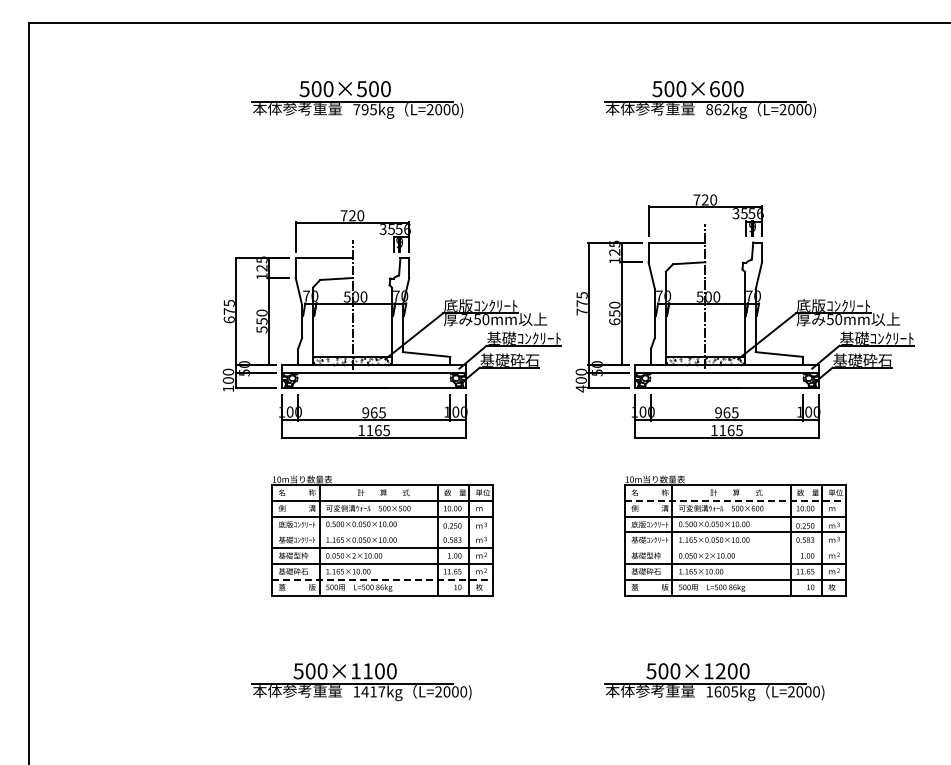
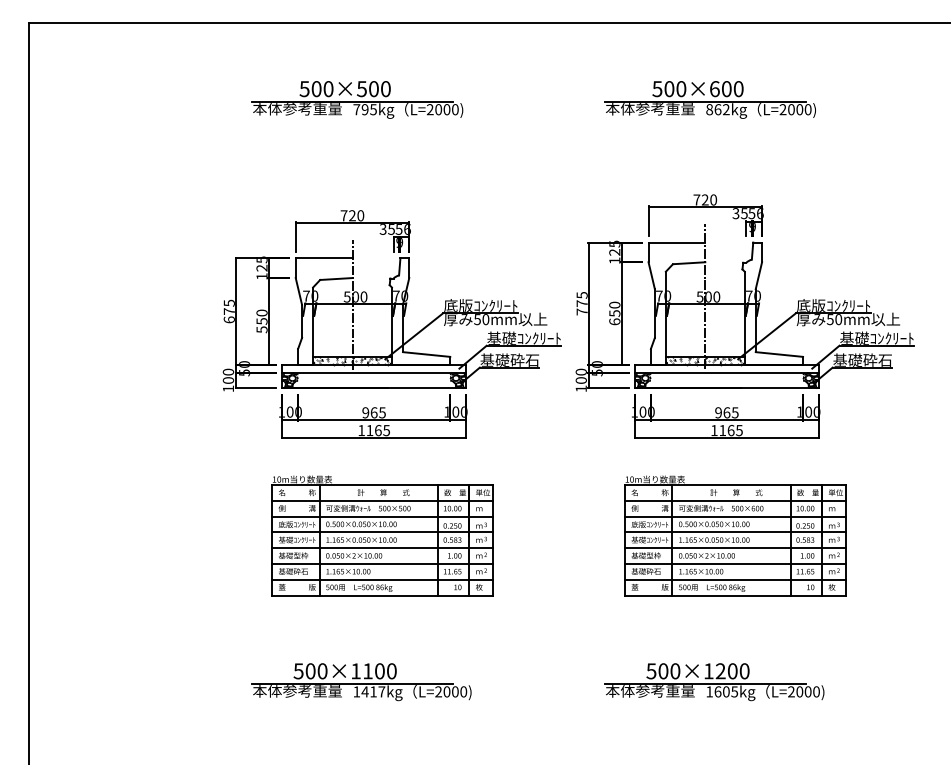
text at (580, 388): 400 -> 100
line at (735, 500): dashed -> solid
line at (382, 532): none -> present
line at (735, 548): none -> present
line at (383, 579): dashed -> solid
